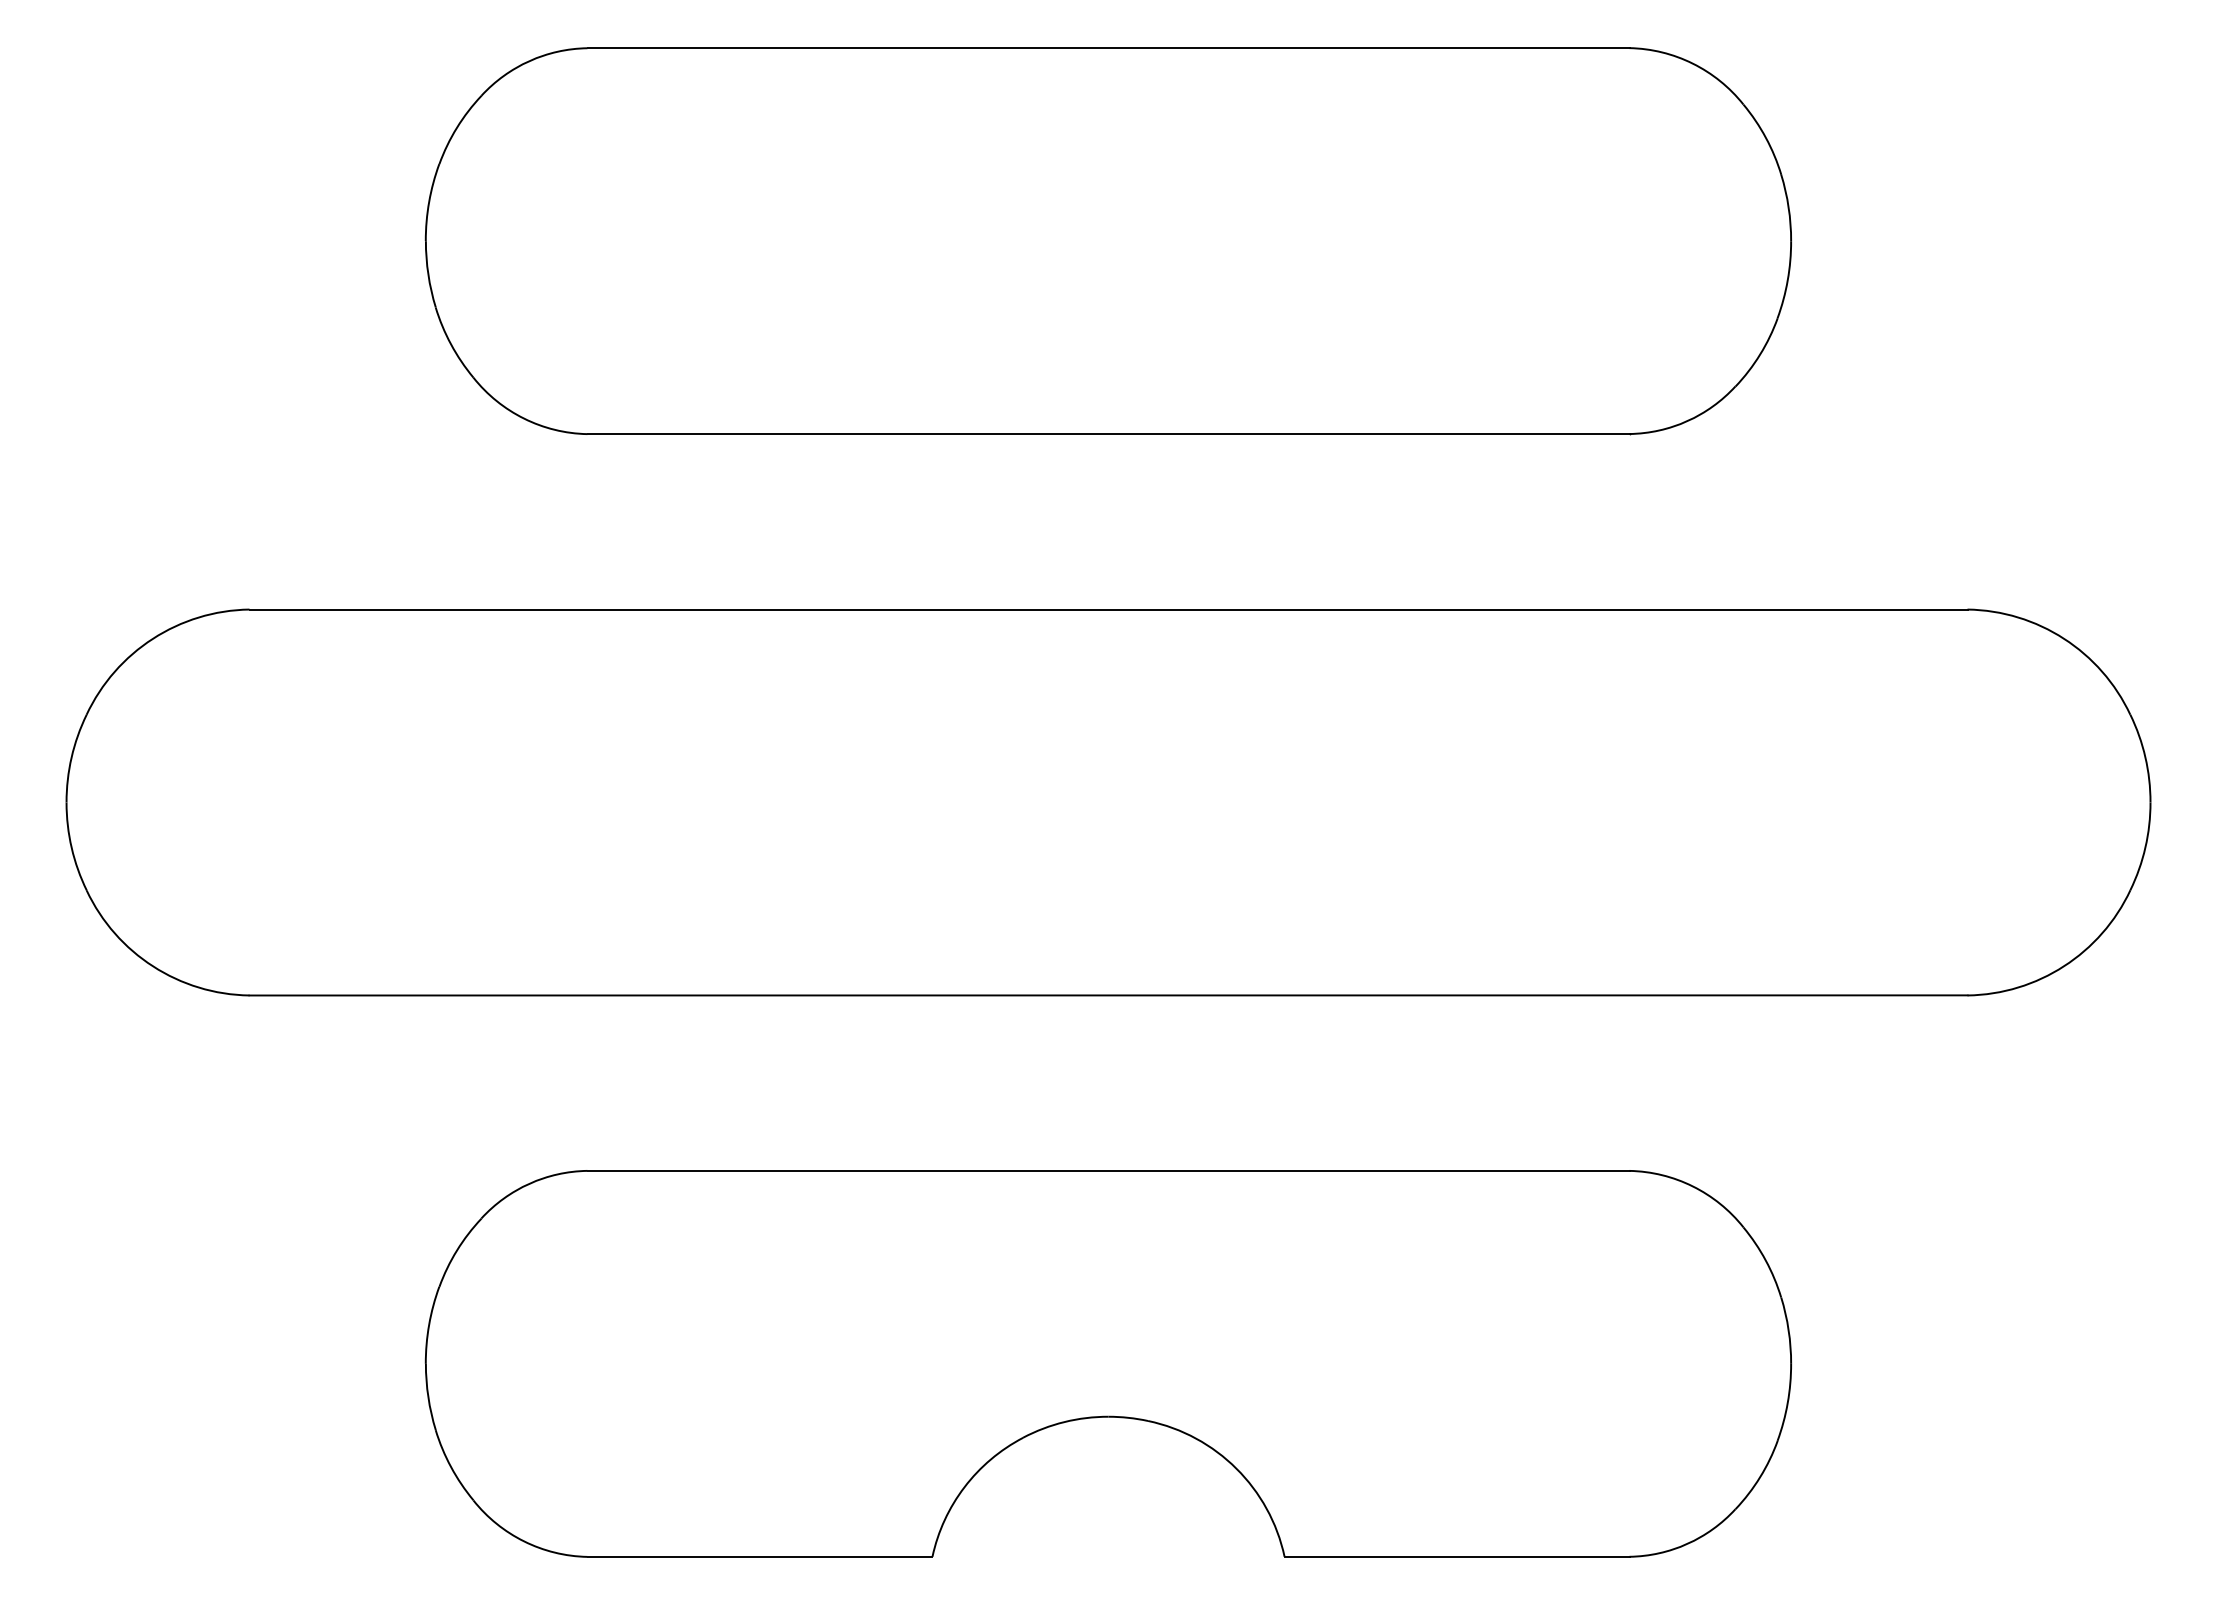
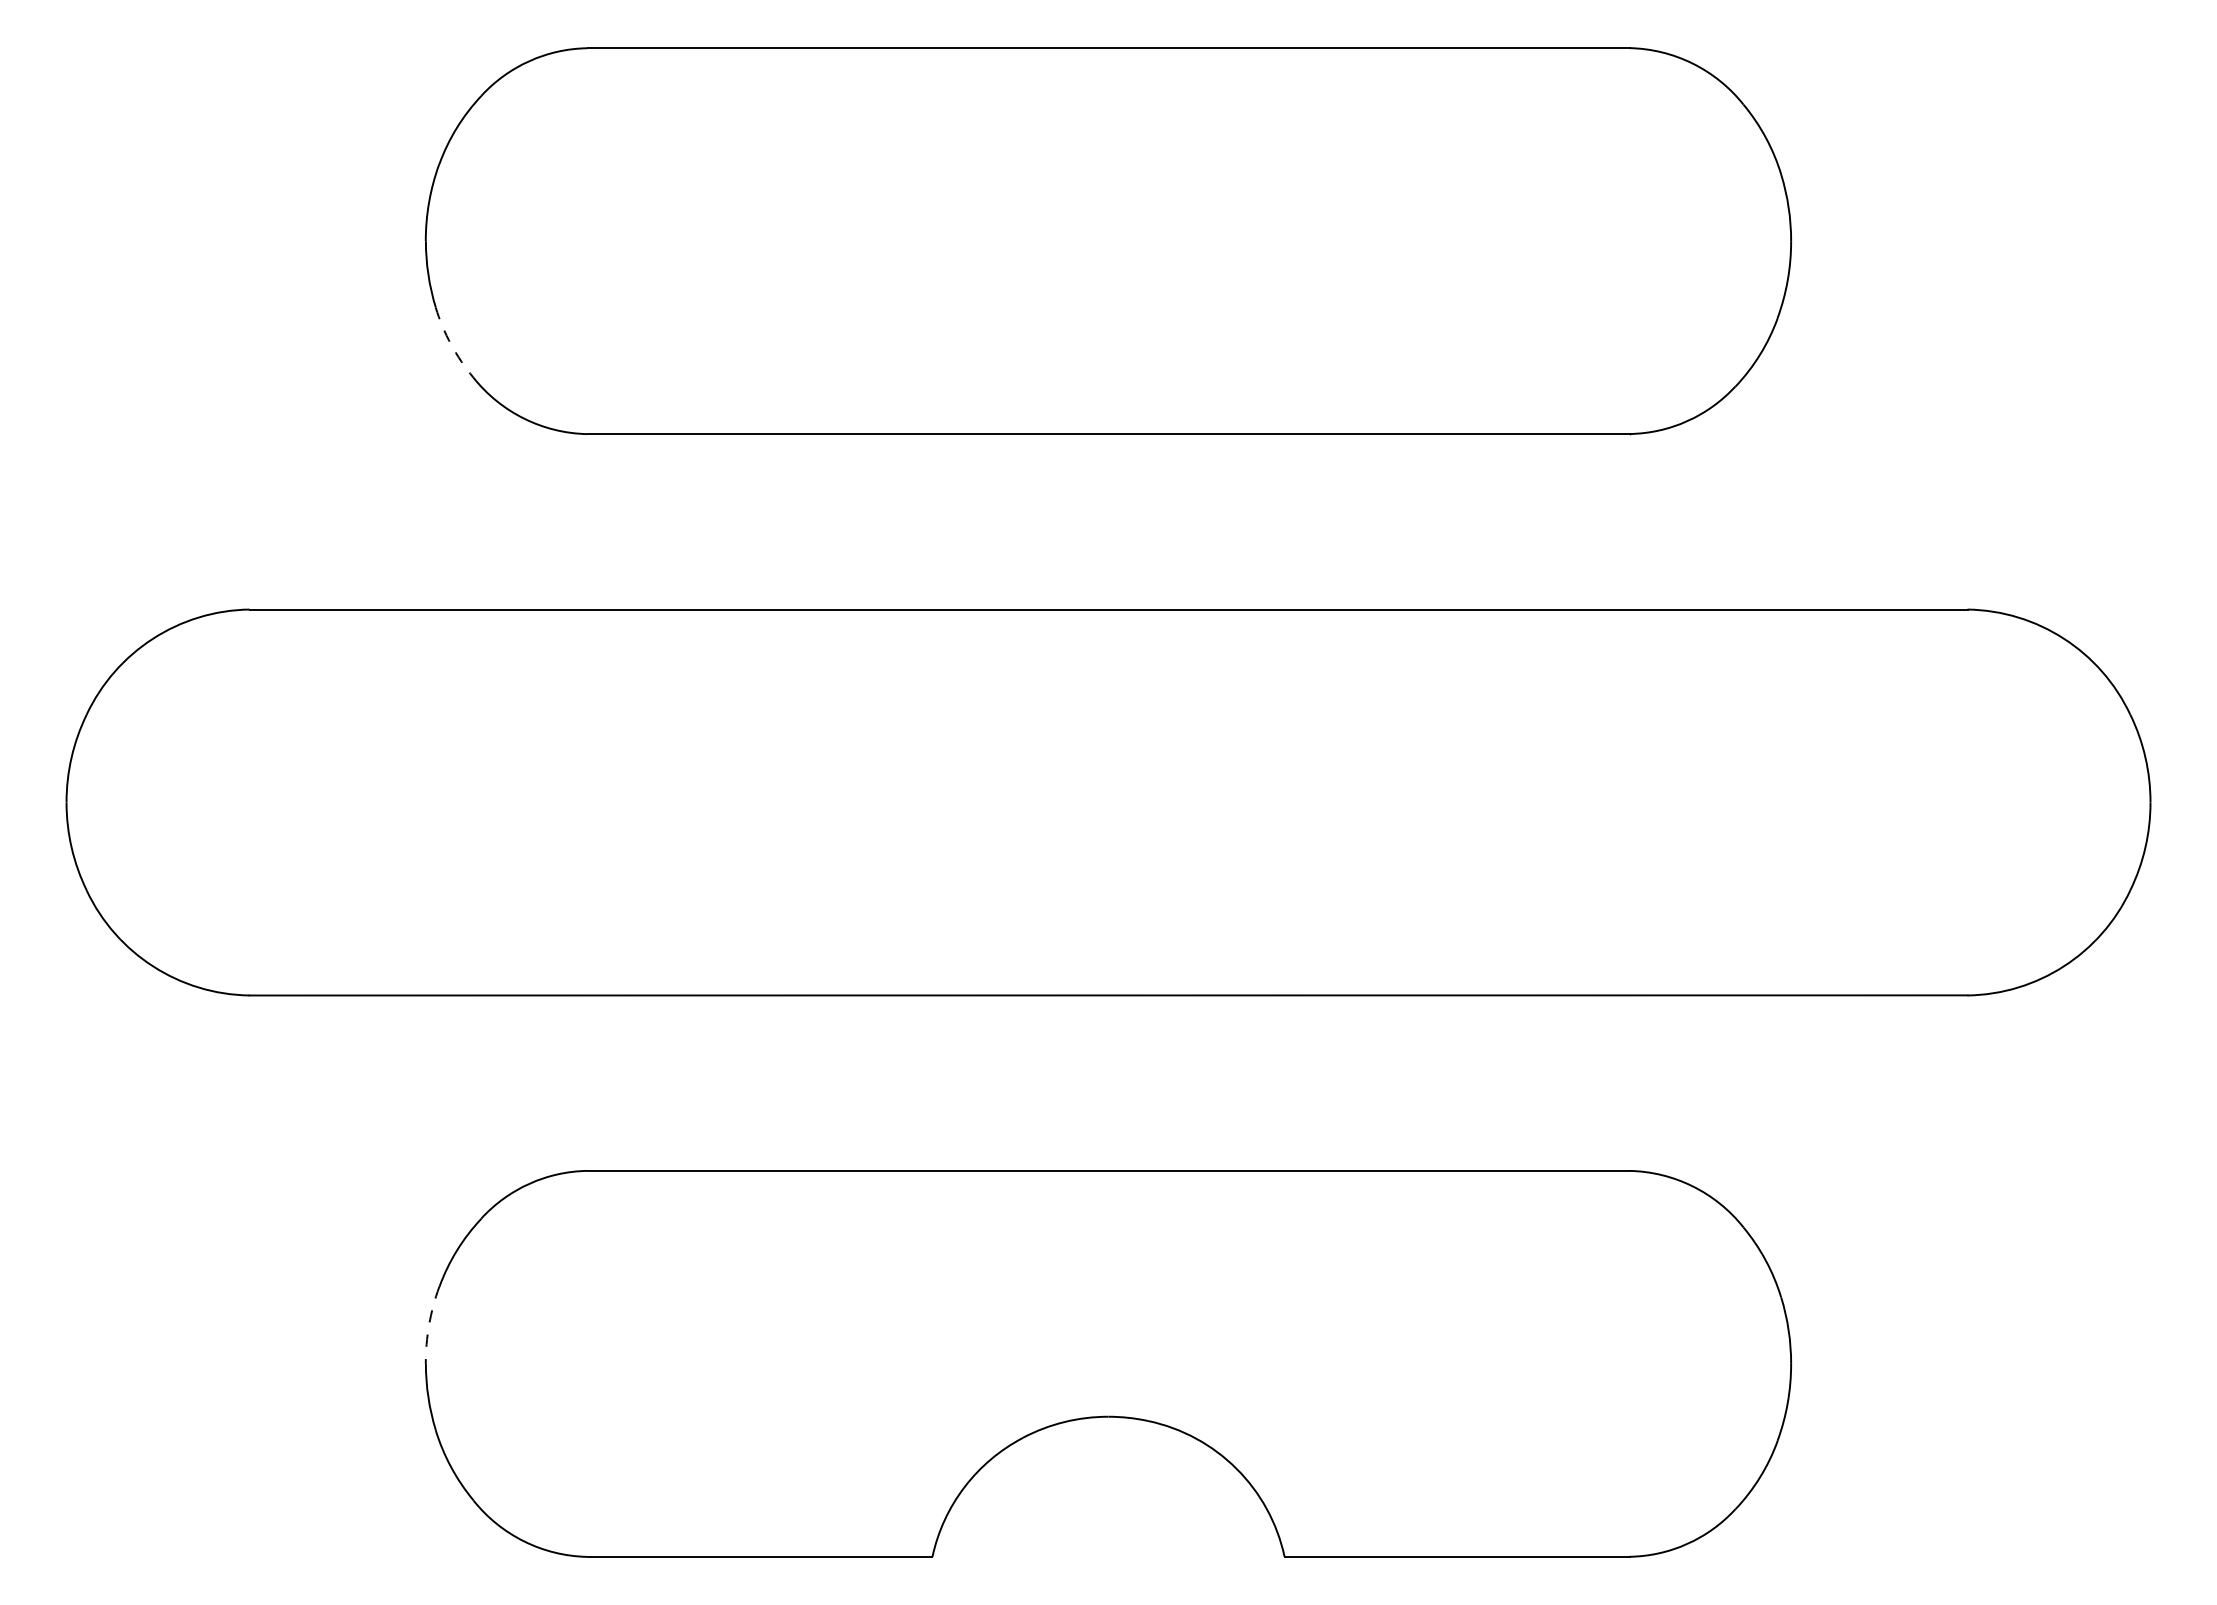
arc at (451, 344): solid -> dashed
arc at (429, 1324): solid -> dashed
